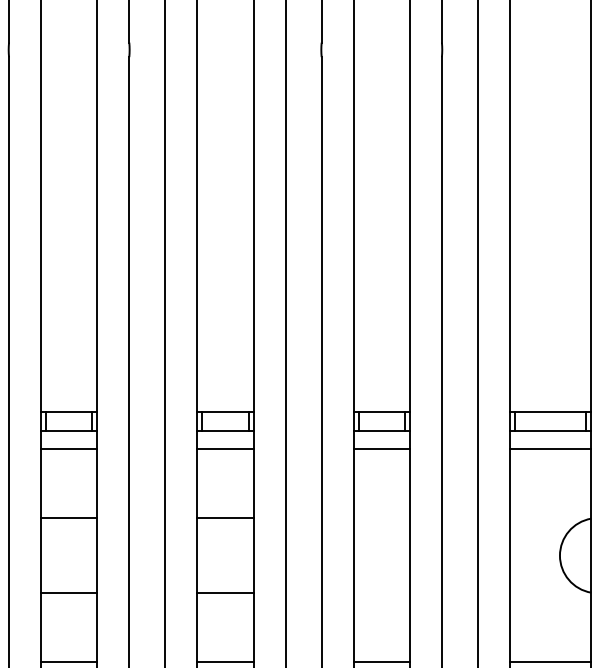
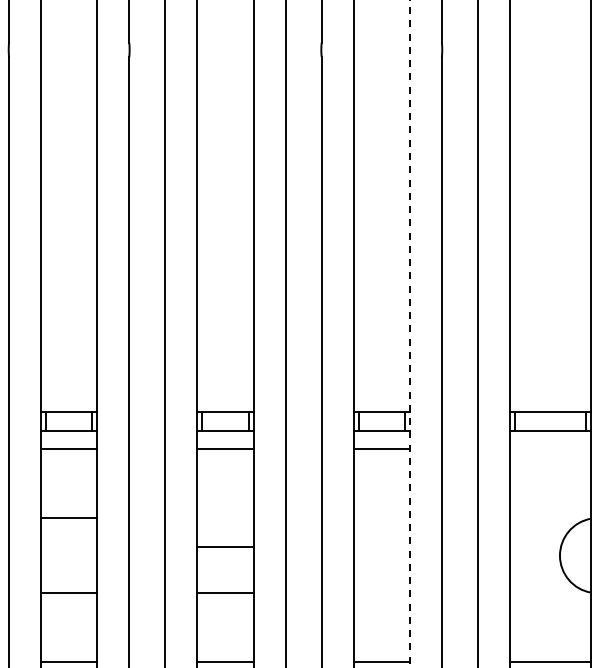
line at (409, 333): solid -> dashed
line at (550, 449): present -> none
line at (225, 518) position: (225, 518) -> (225, 547)
